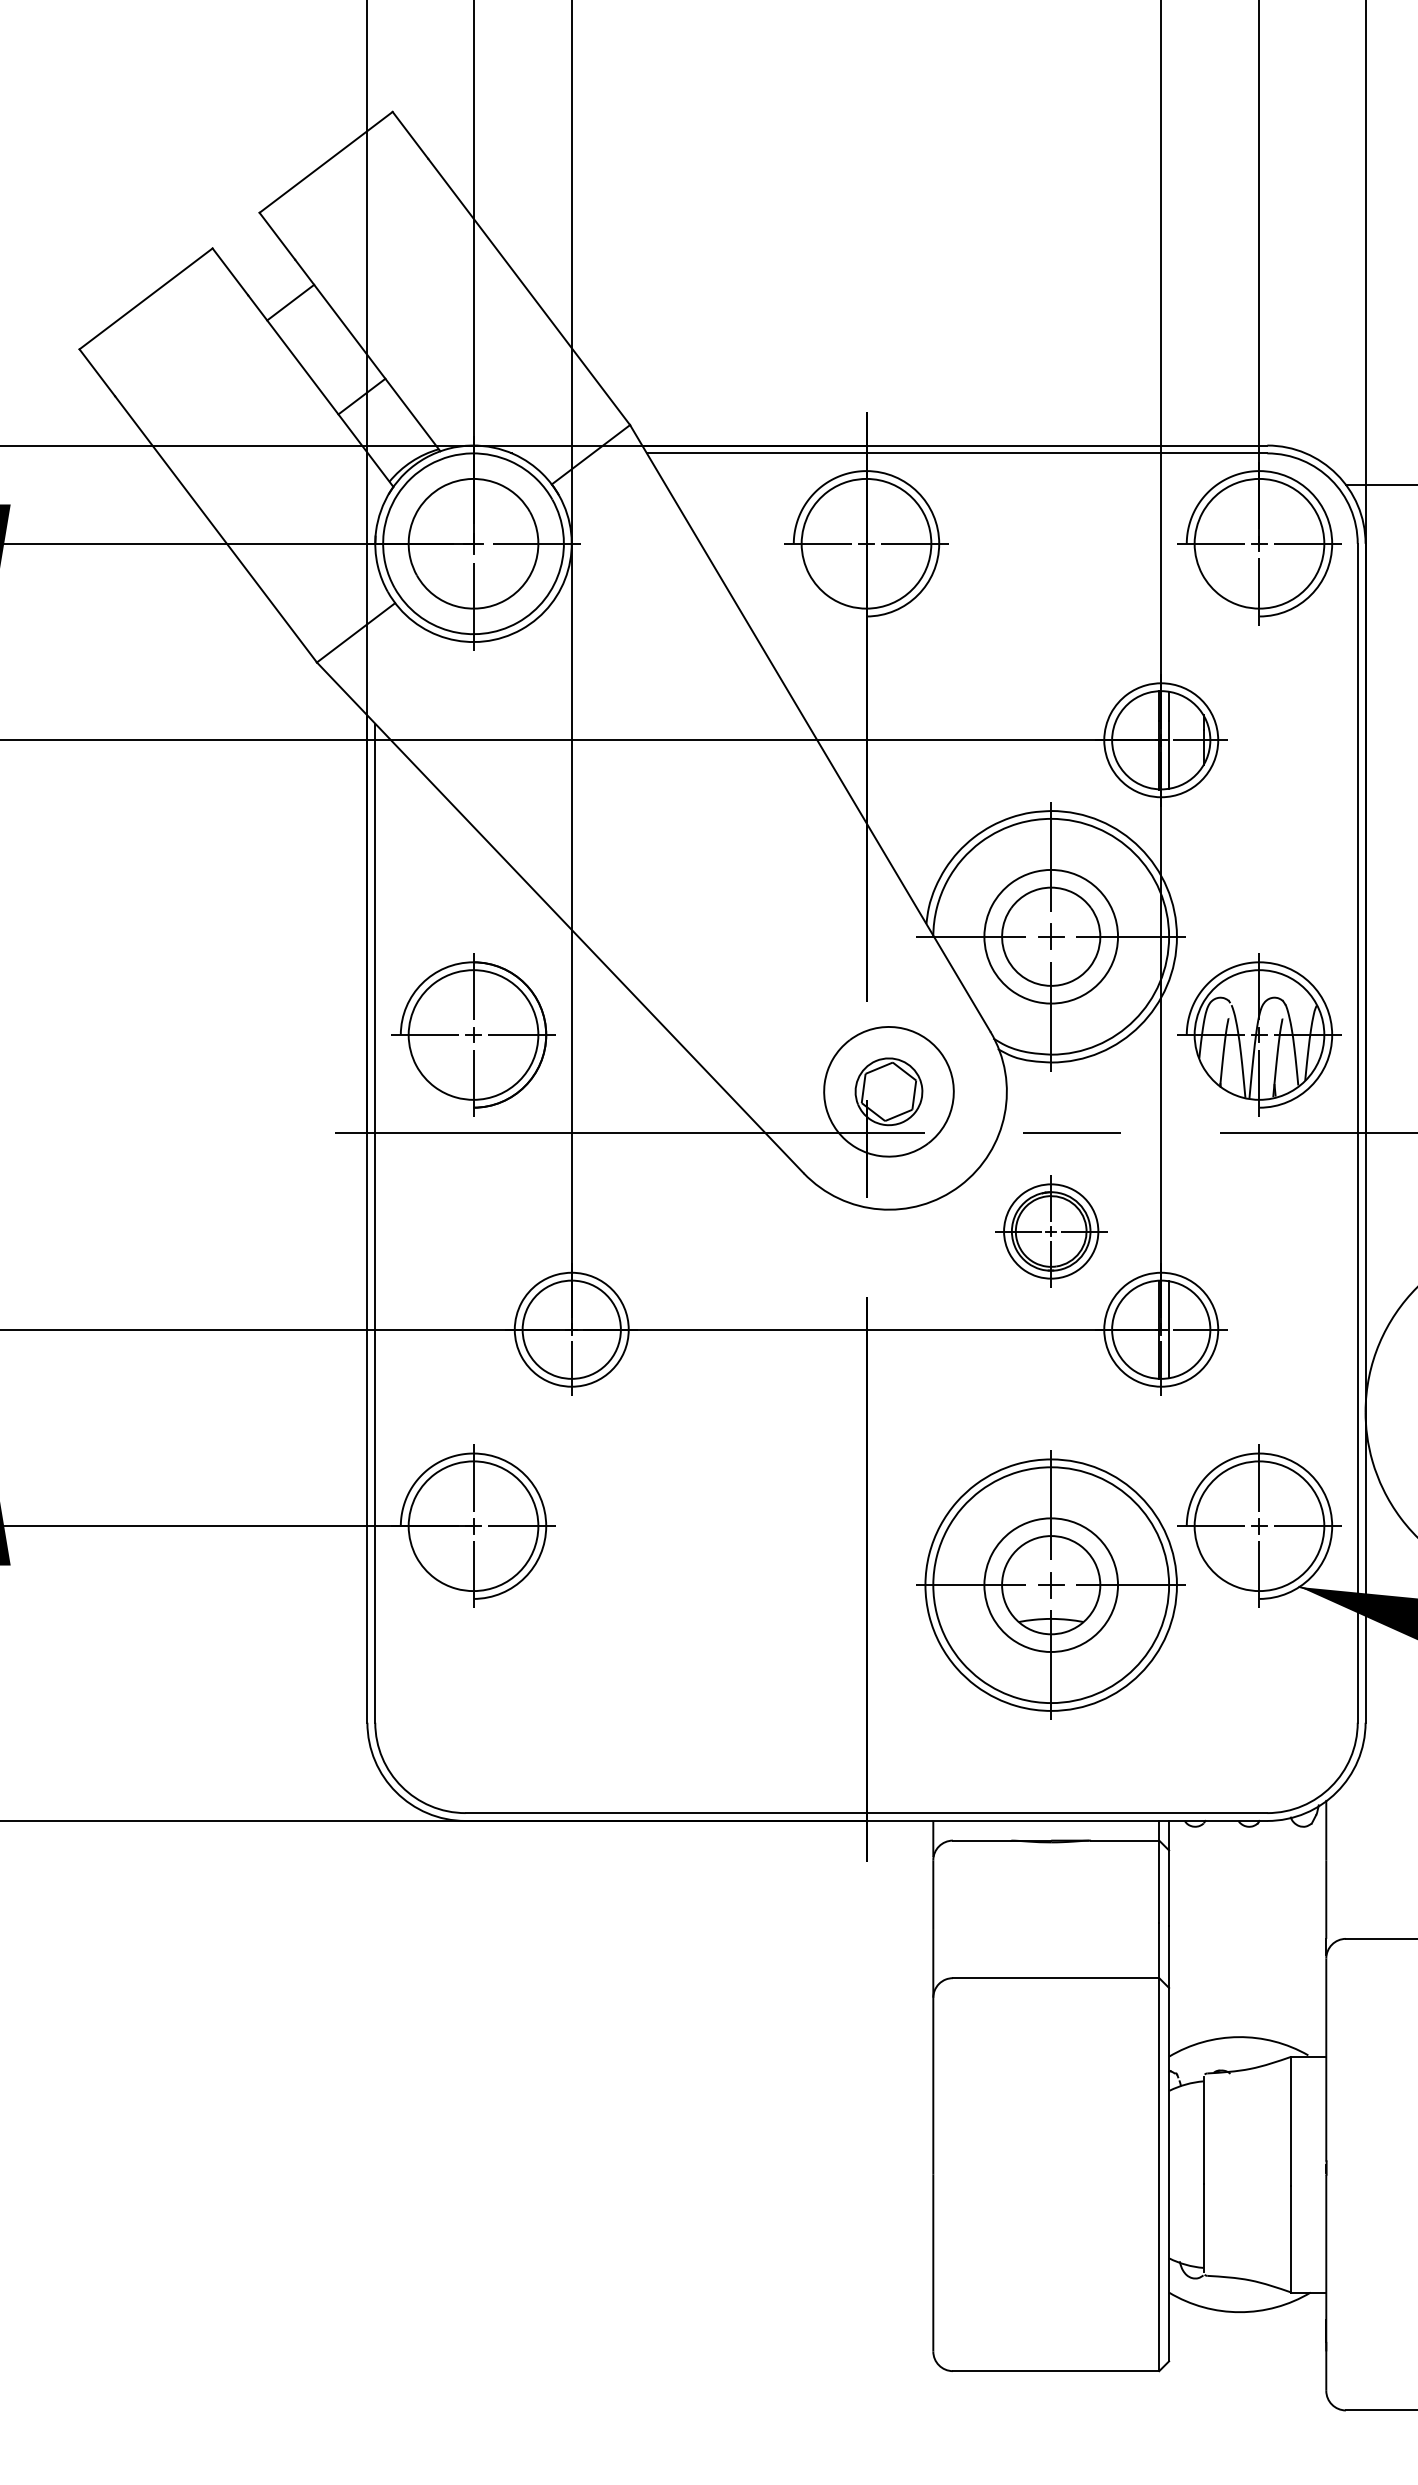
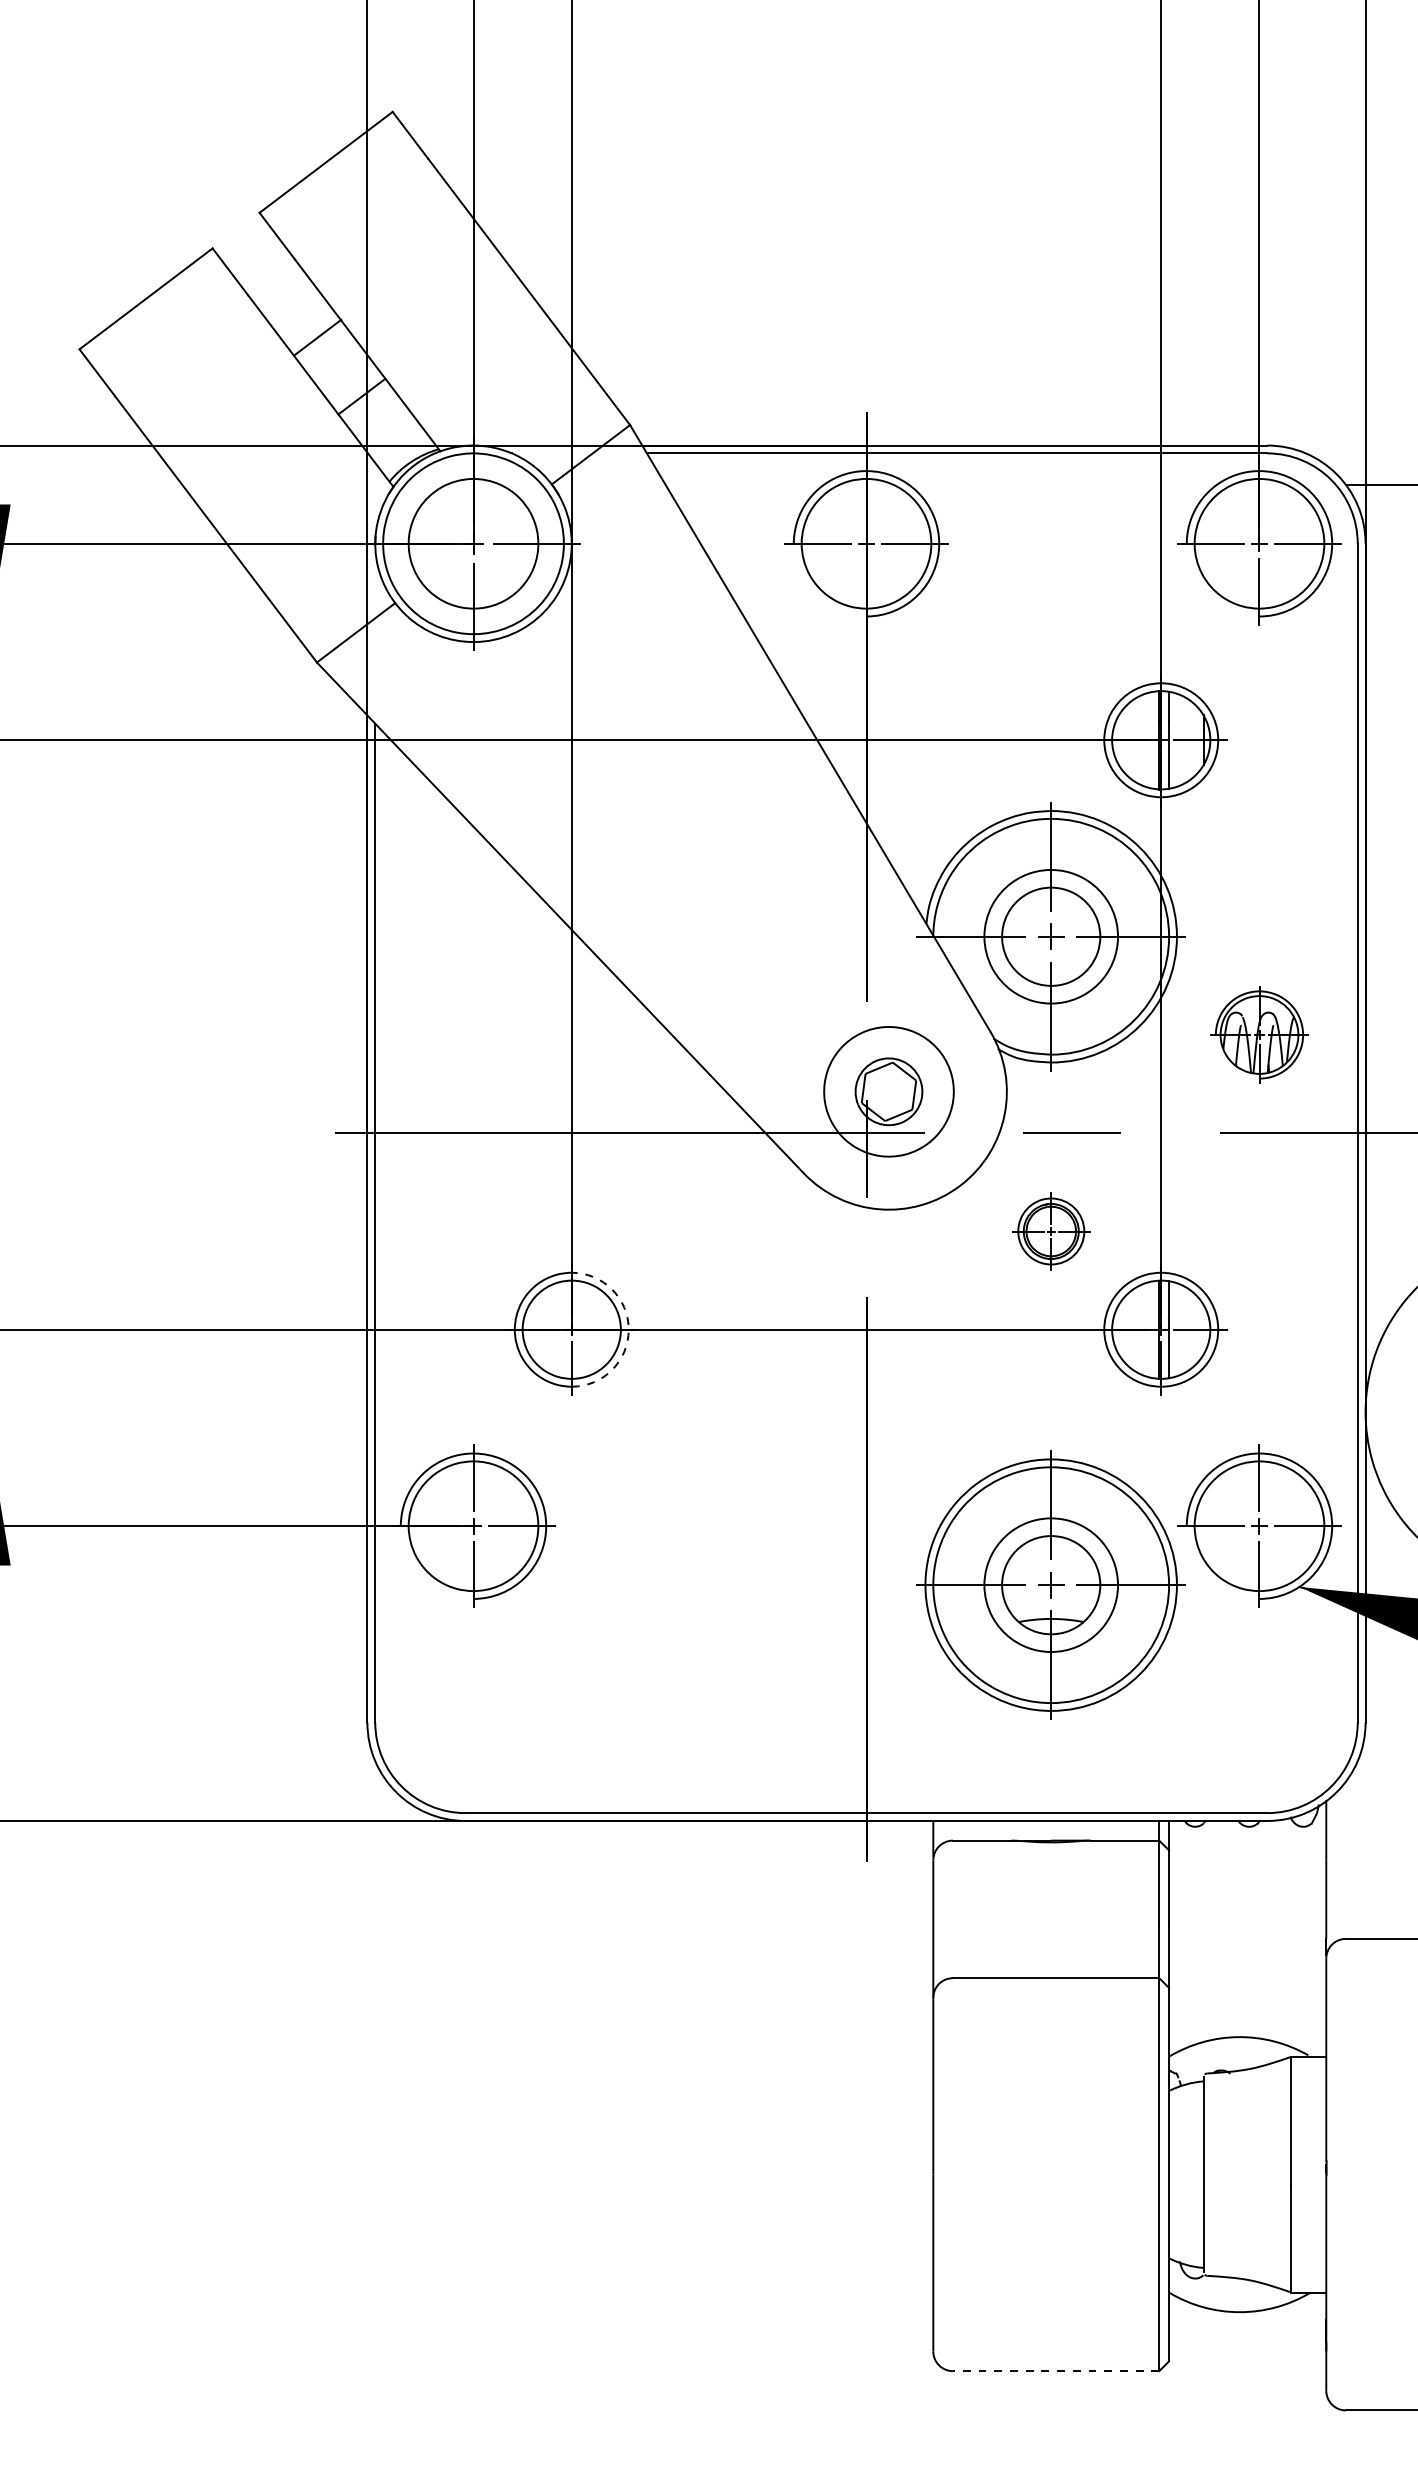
line at (290, 302) position: (290, 302) -> (317, 337)
part at (473, 1034): present -> none
part at (1259, 1034) size: 165x164 px -> 99x98 px
part at (1051, 1231) size: 113x113 px -> 79x79 px
arc at (628, 1329): solid -> dashed
line at (1055, 2371): solid -> dashed
